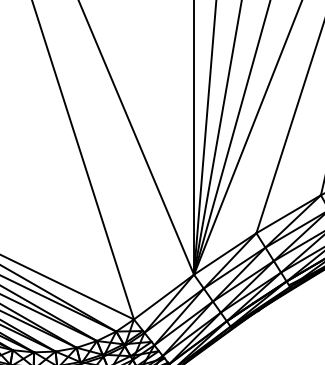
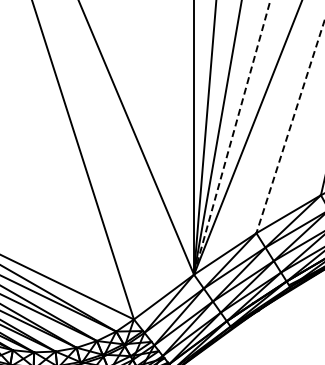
line at (290, 126): solid -> dashed
line at (232, 137): solid -> dashed
